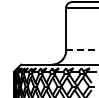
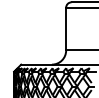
line at (82, 50): dashed -> solid
